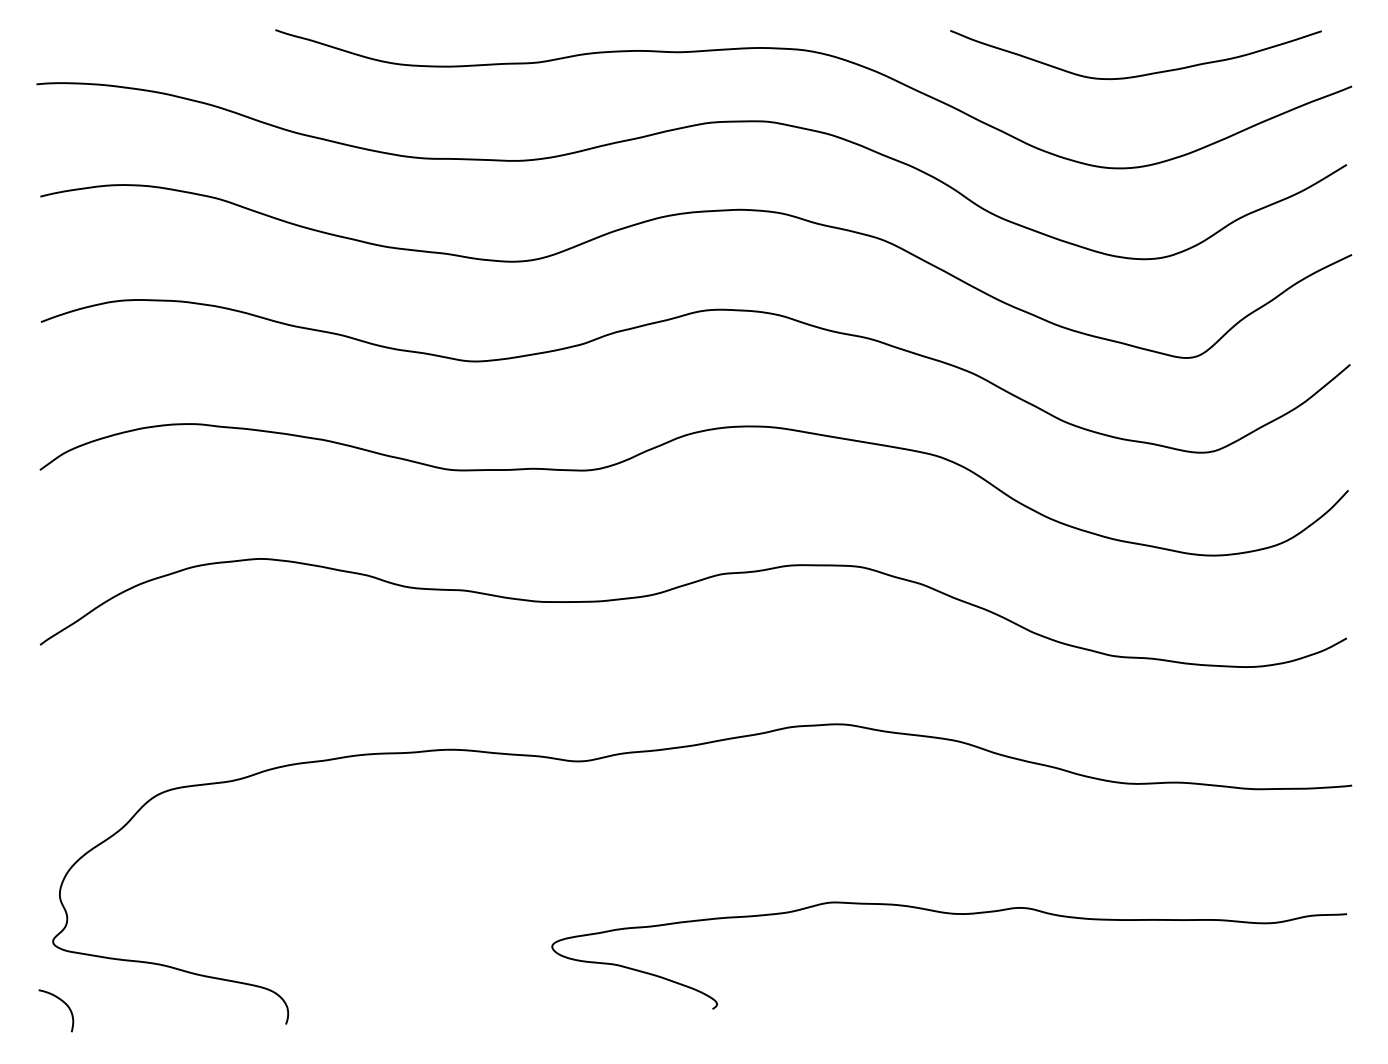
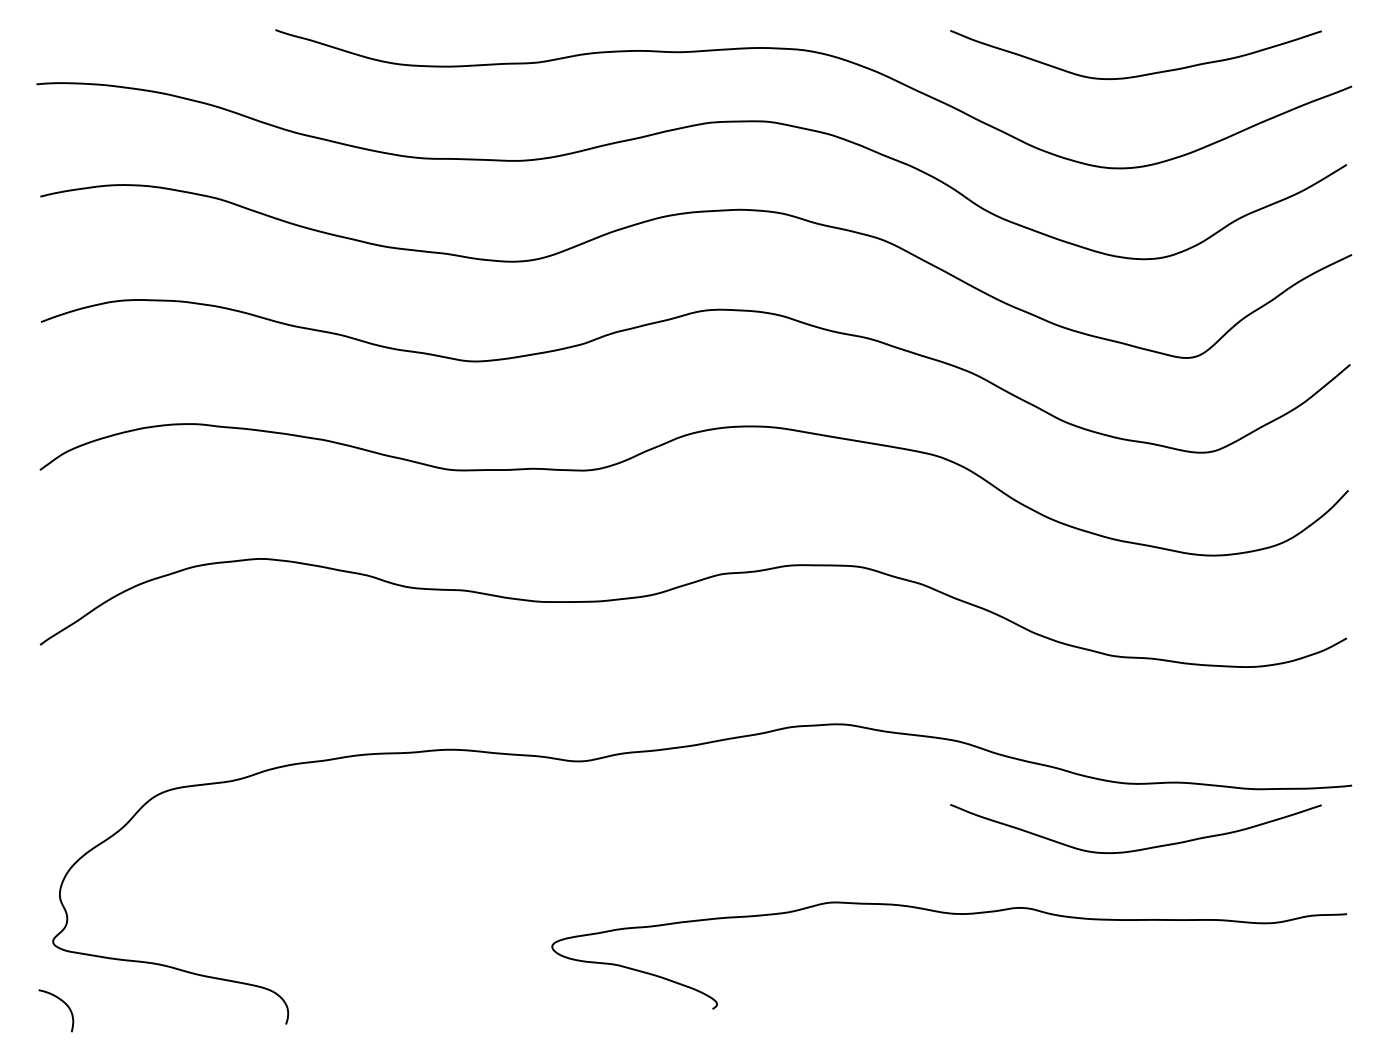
curve at (1141, 848): none -> present
